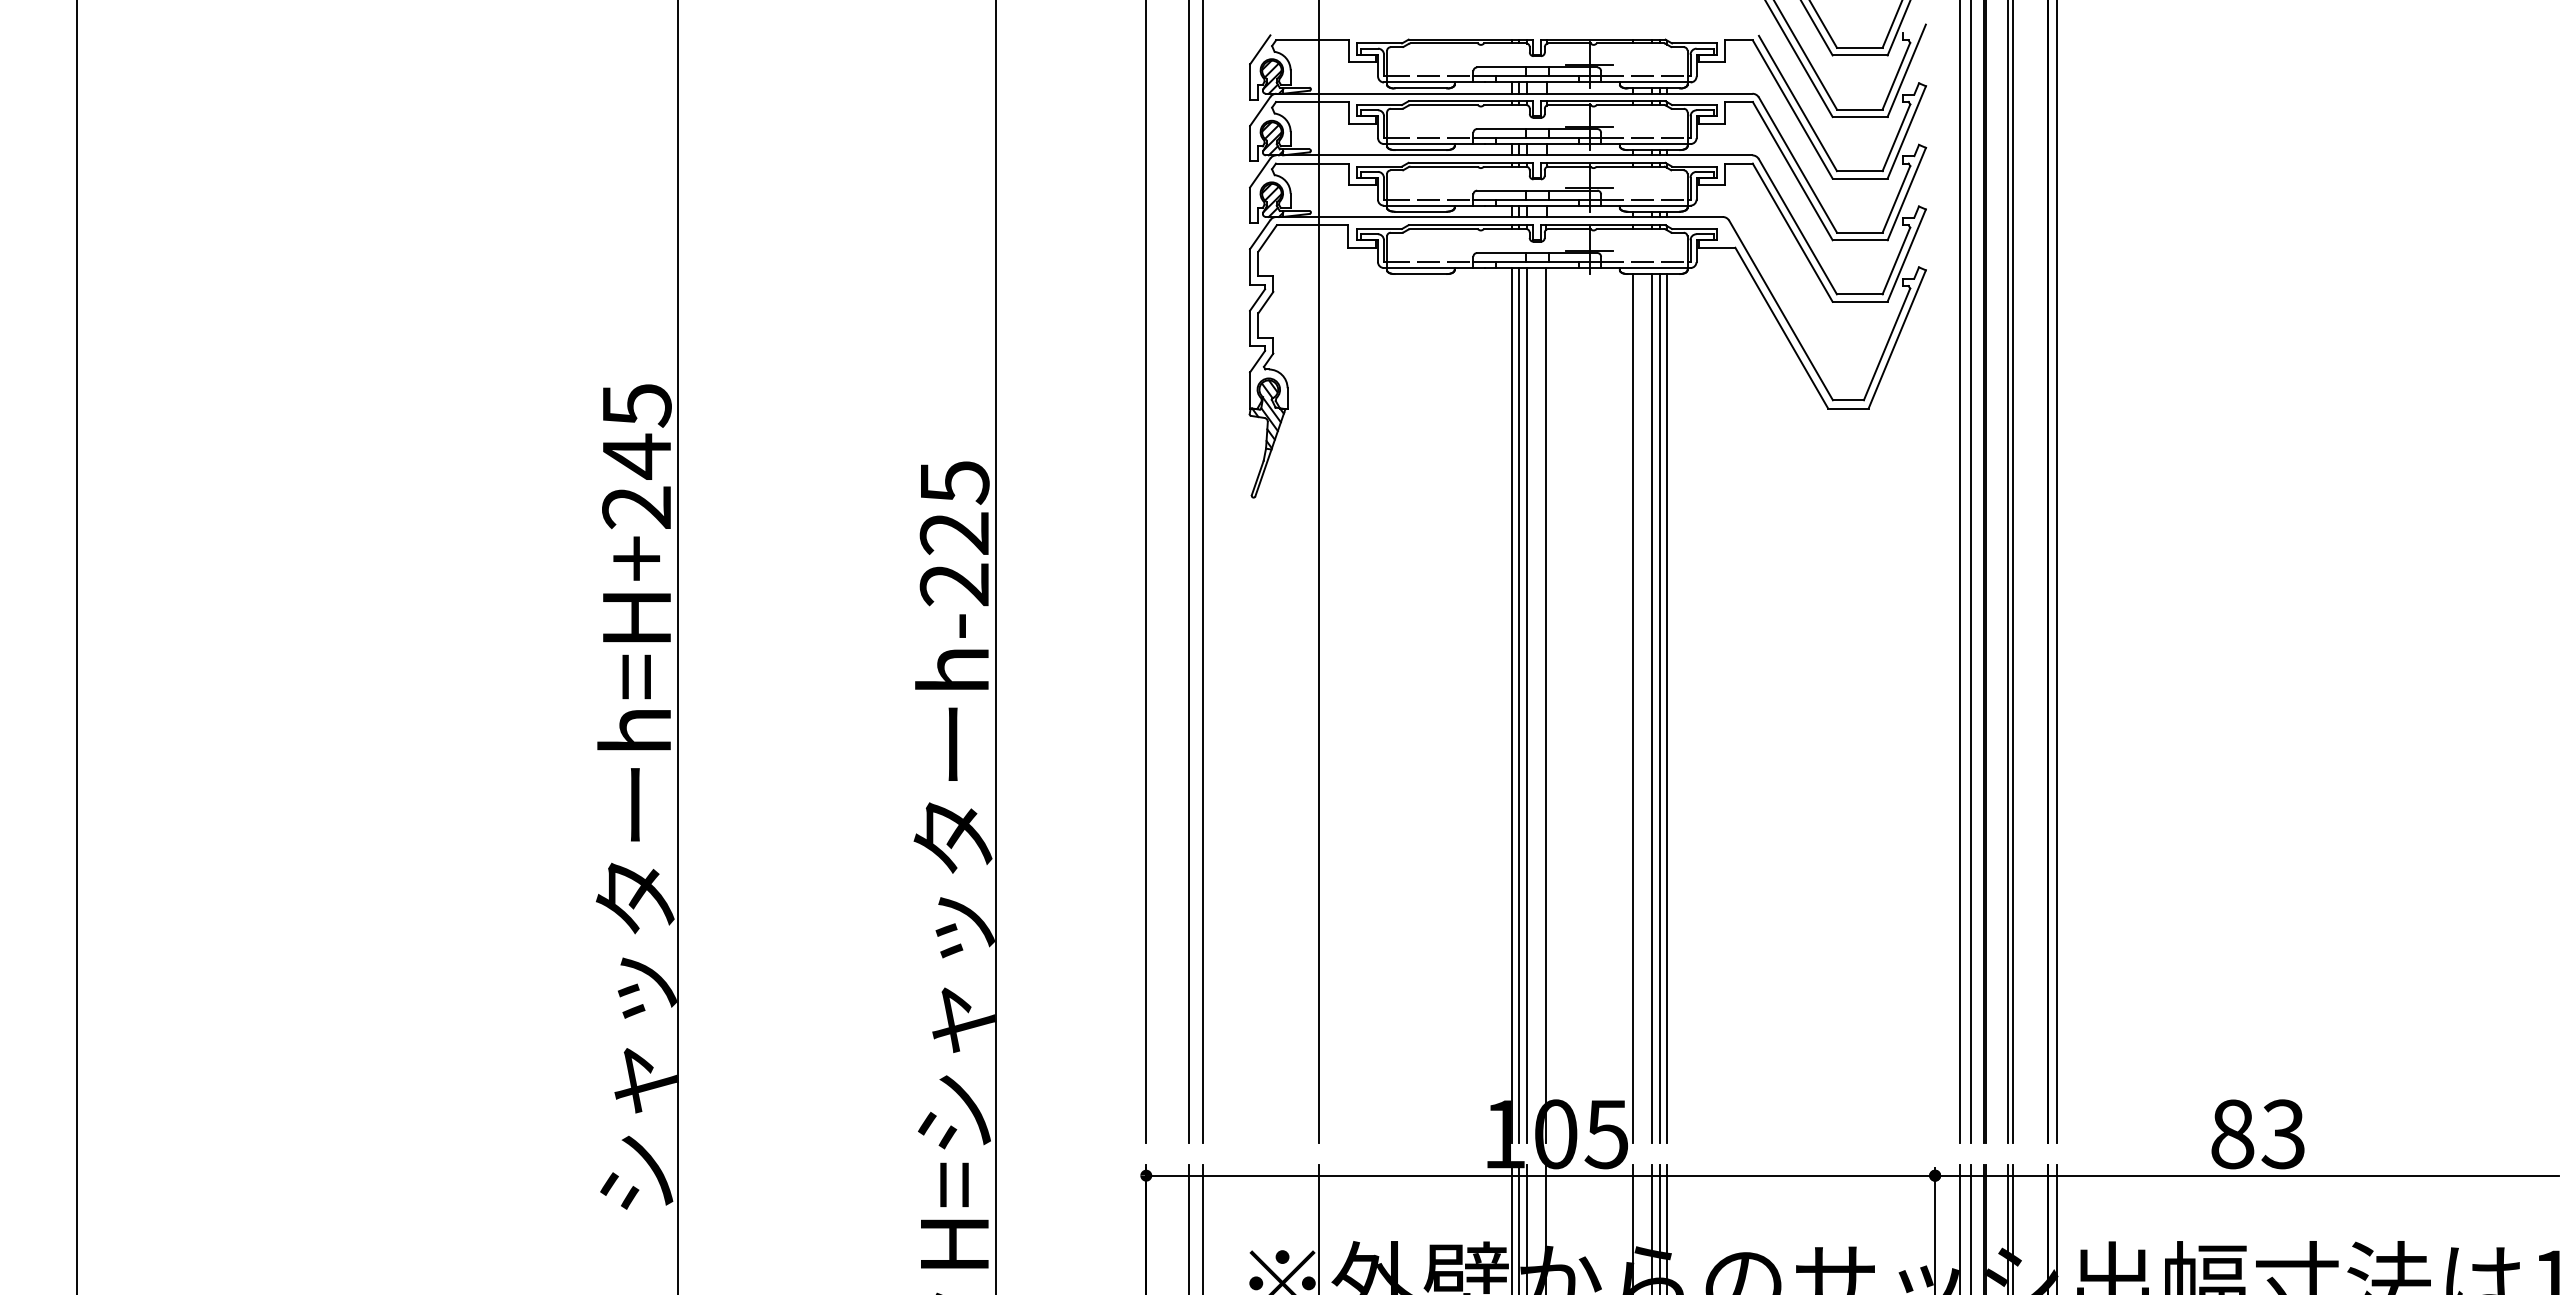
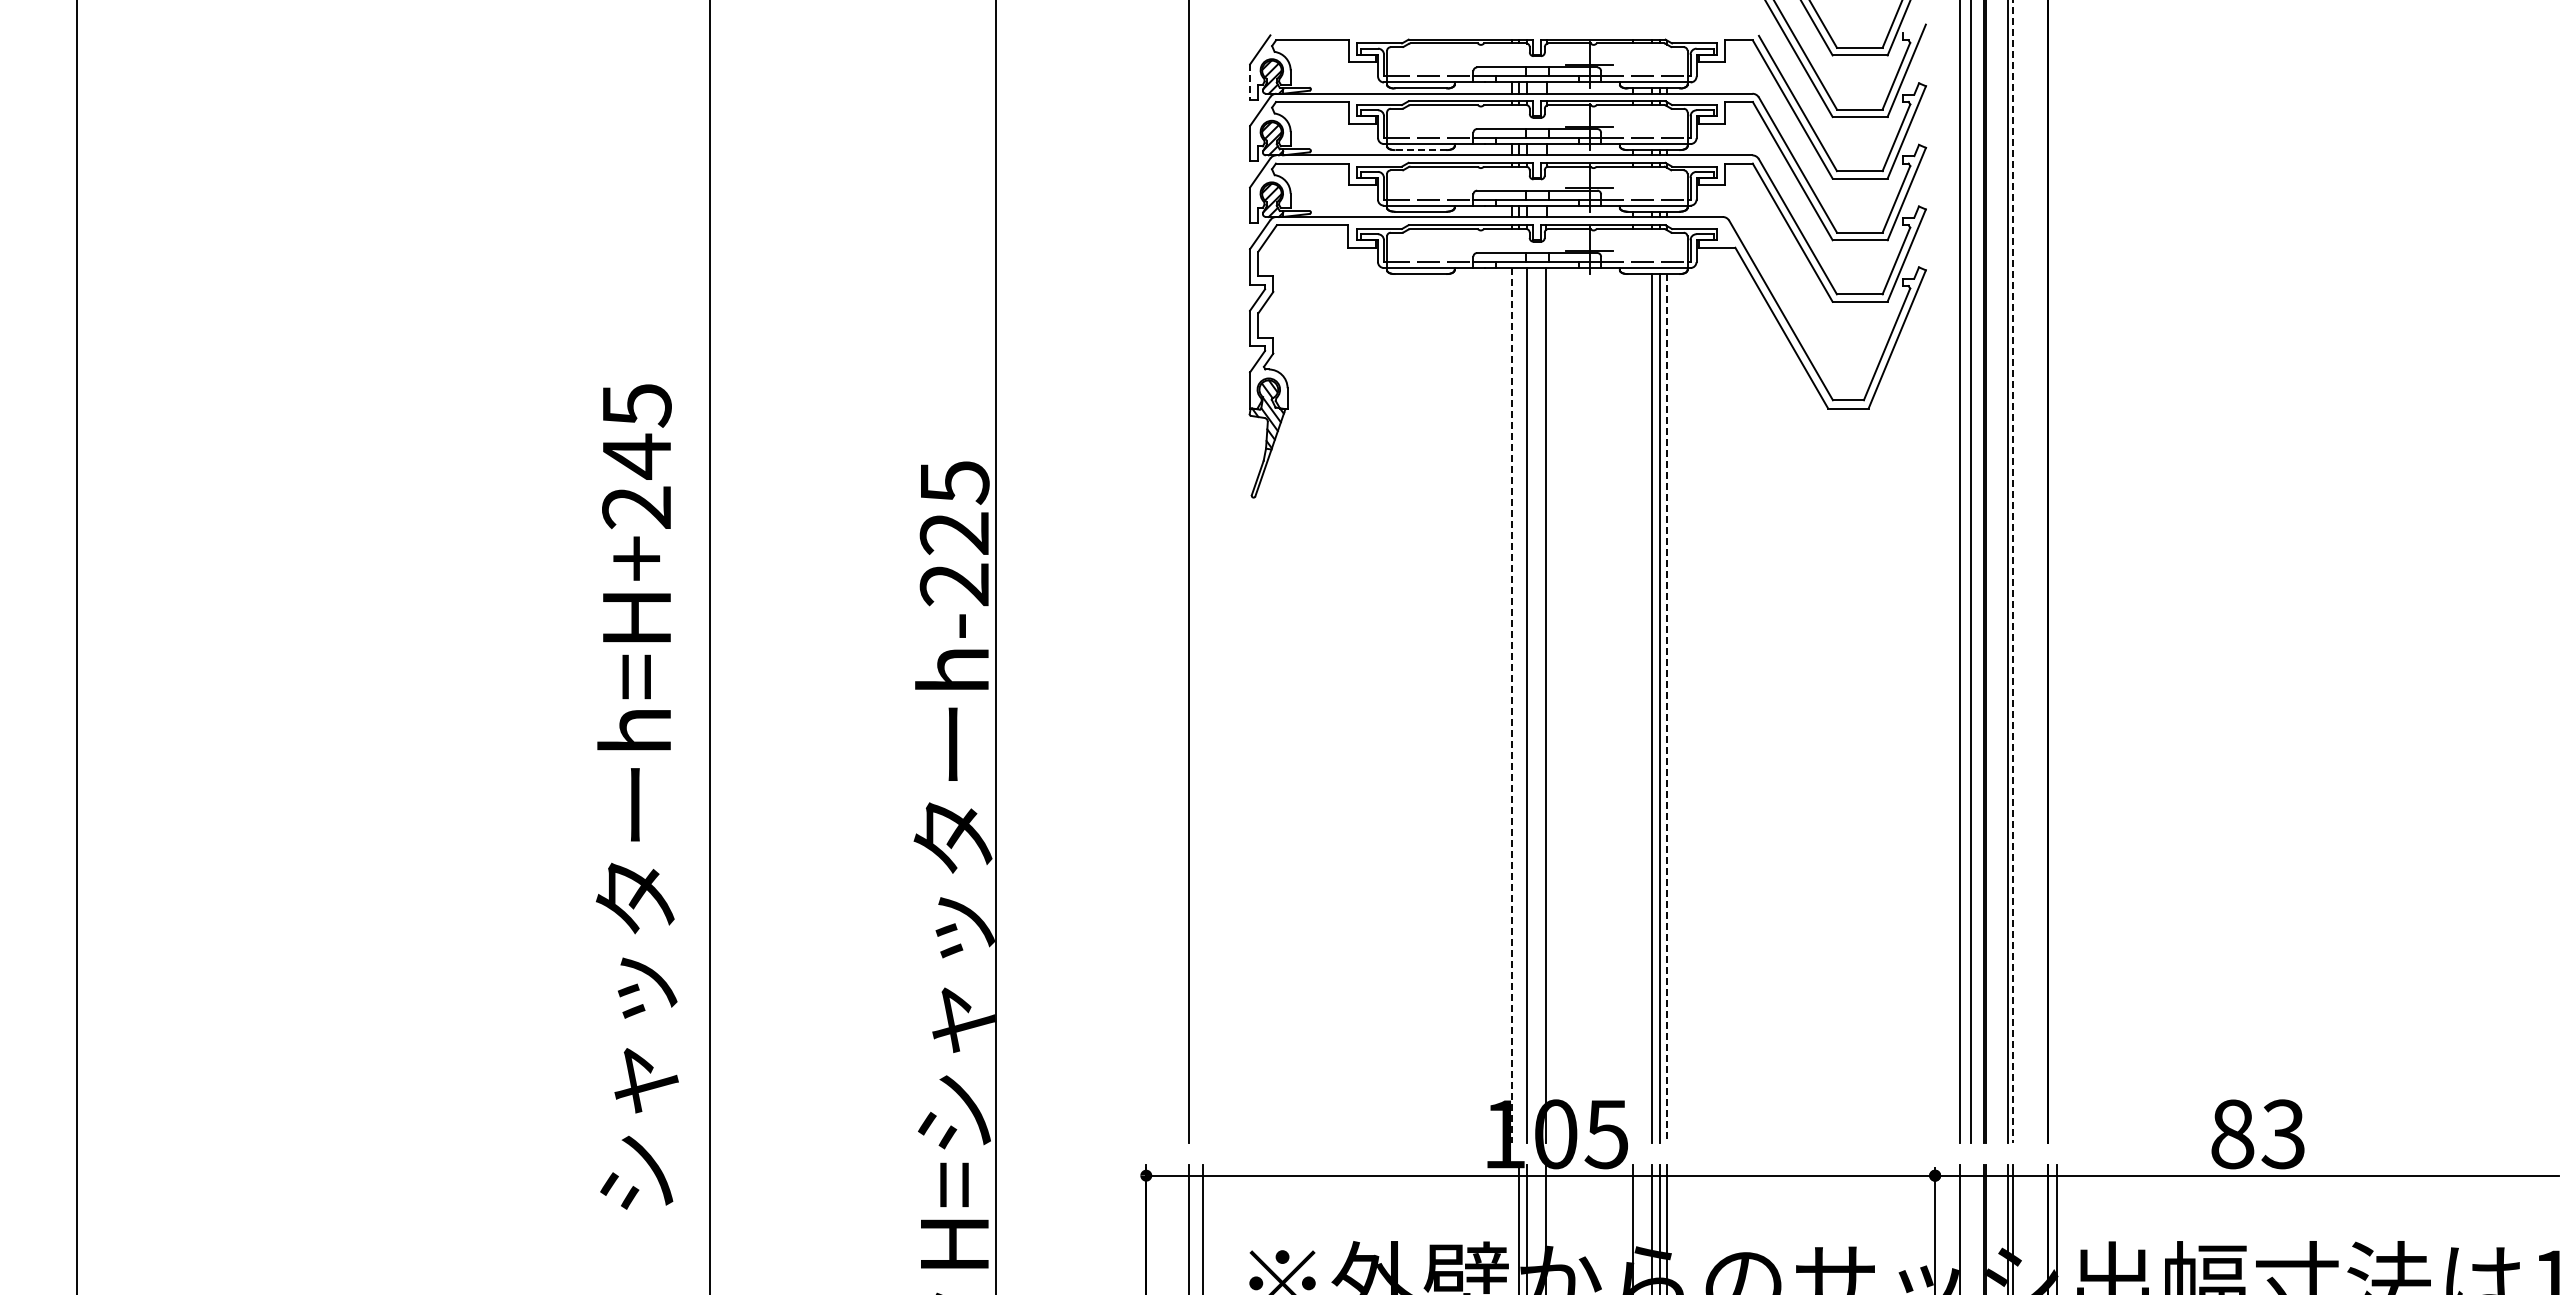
line at (1250, 82): solid -> dashed
line at (1420, 150): solid -> dashed
line at (1146, 572): present -> none
line at (1202, 572): present -> none
line at (1319, 572): present -> none
line at (2012, 572): solid -> dashed
line at (2056, 572): present -> none
line at (678, 646) position: (678, 646) -> (710, 646)
line at (1511, 705): solid -> dashed
line at (1519, 705): present -> none
line at (1632, 708): present -> none
line at (1667, 708): solid -> dashed
line at (1319, 1228): present -> none
line at (1511, 1228): present -> none
line at (1971, 1228): present -> none
